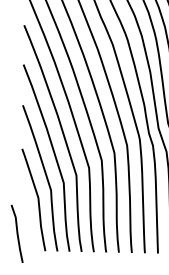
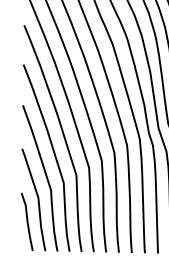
line at (16, 233) position: (16, 233) -> (26, 221)
